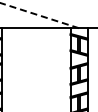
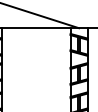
line at (39, 15): dashed -> solid
